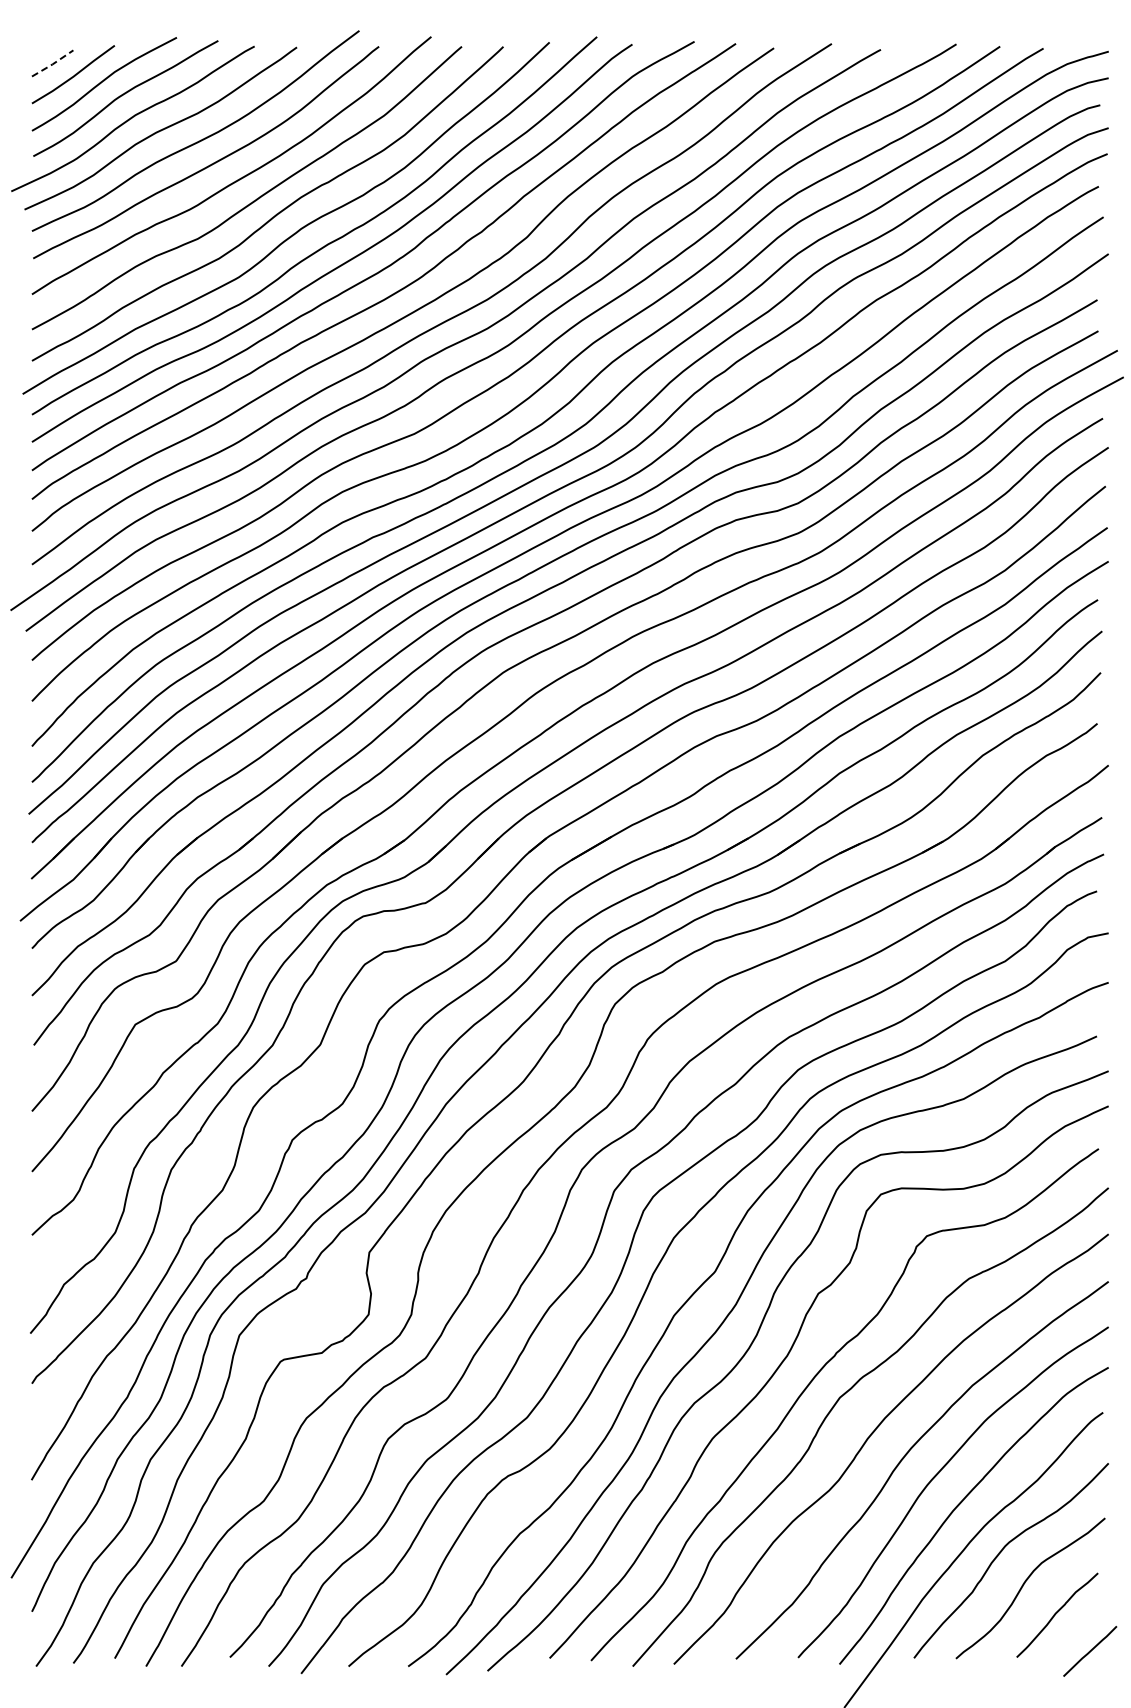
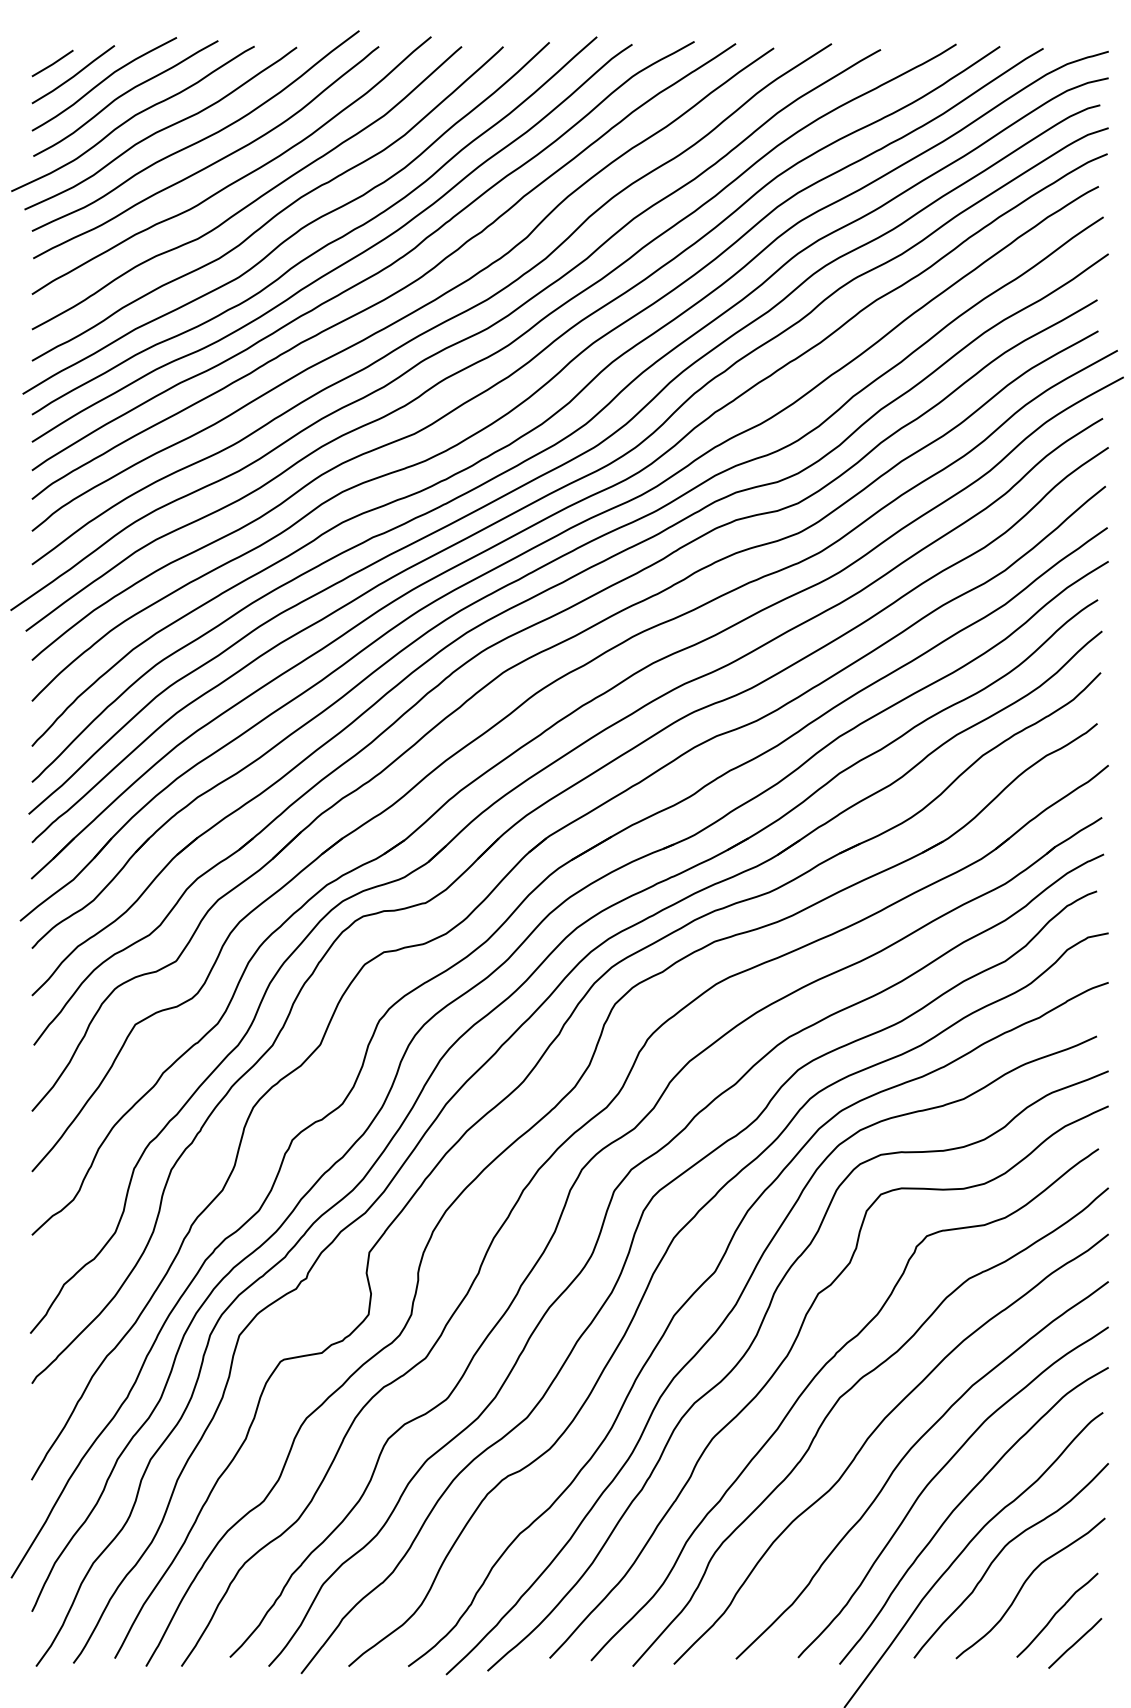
line at (52, 64): dashed -> solid
line at (1090, 1651) position: (1090, 1651) -> (1075, 1643)
